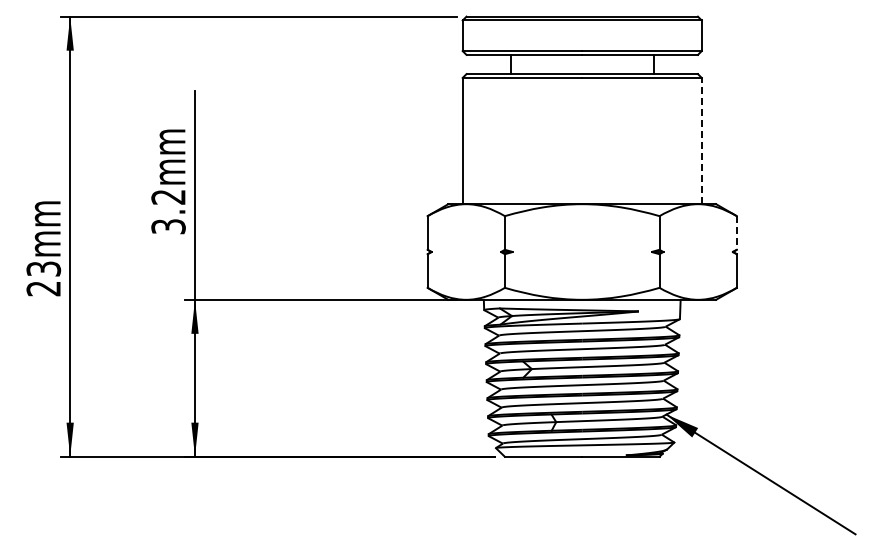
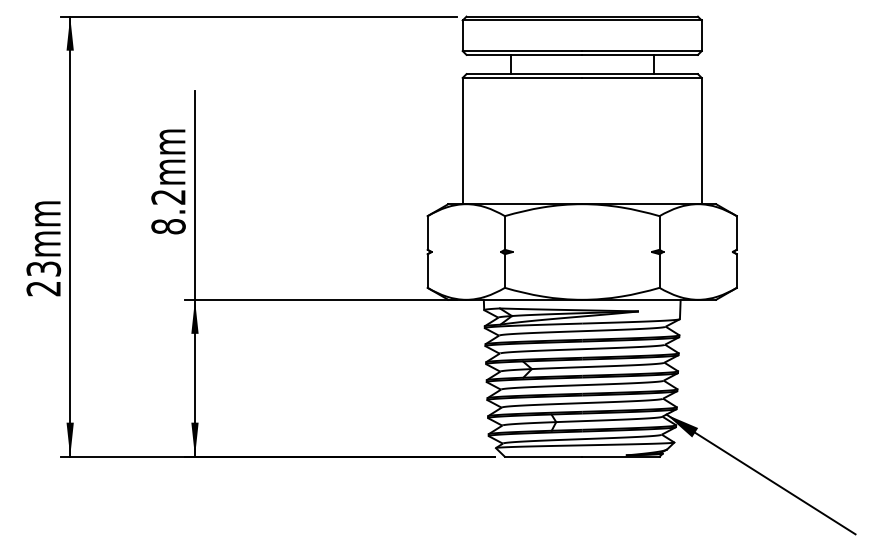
line at (701, 140): dashed -> solid
text at (168, 226): 3.2mm -> 8.2mm
line at (736, 232): dashed -> solid
